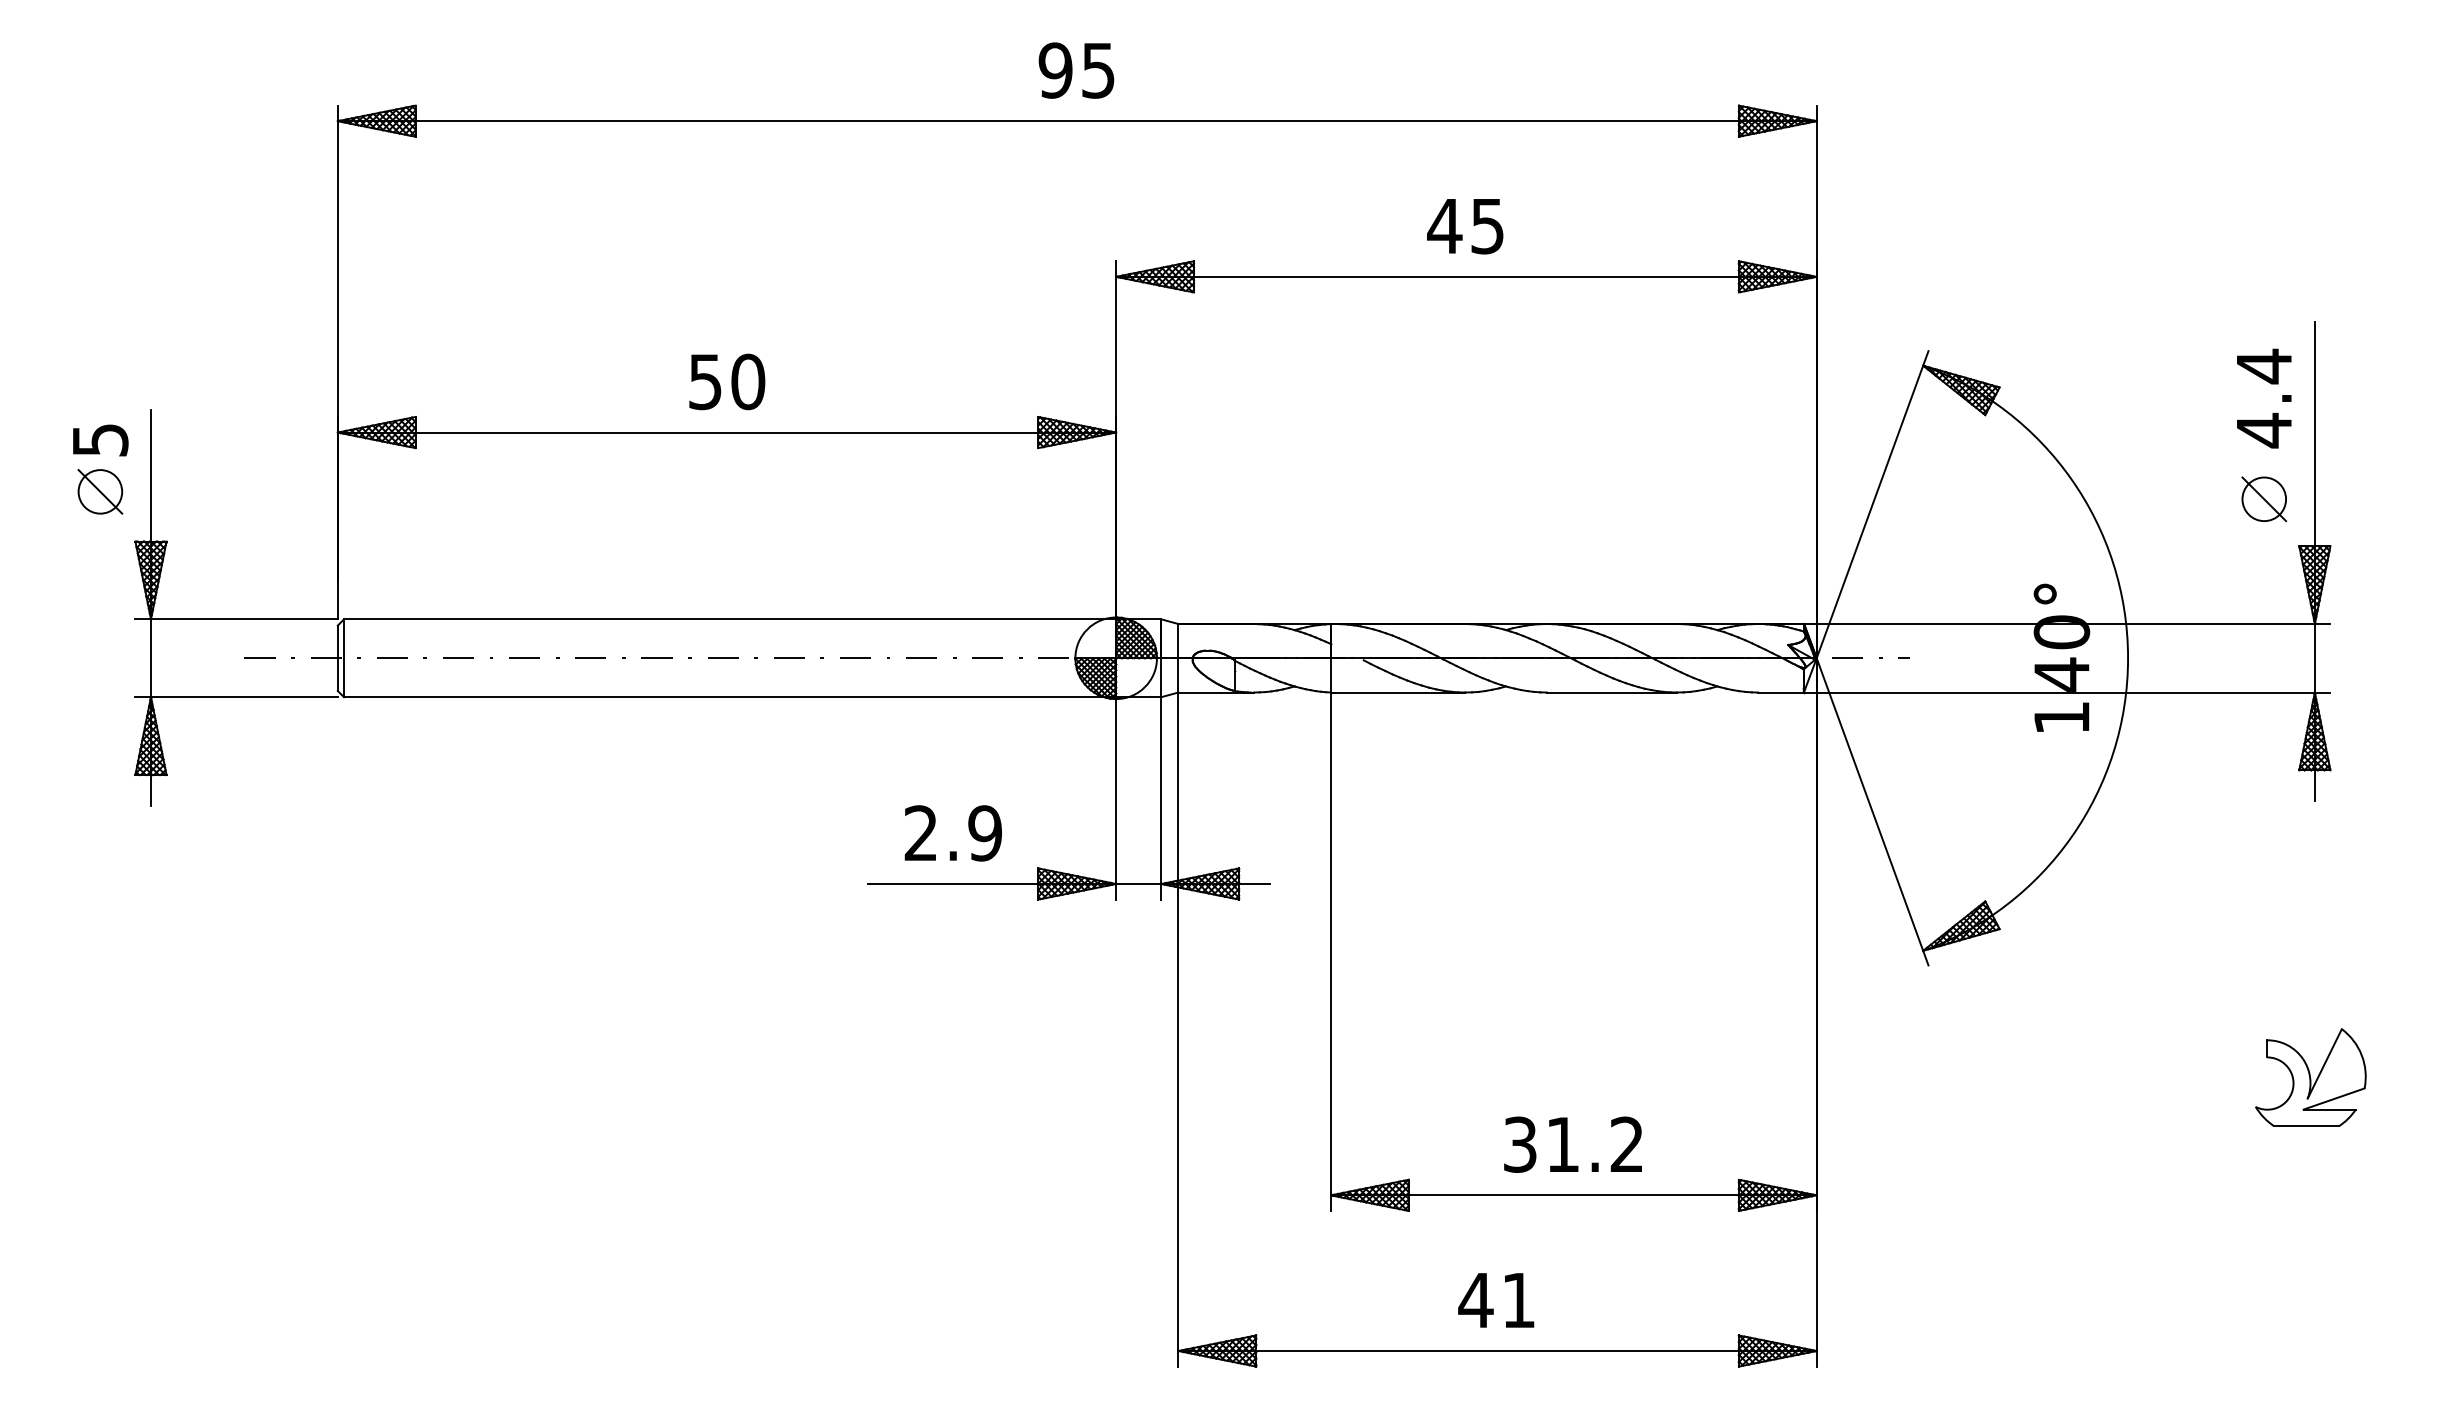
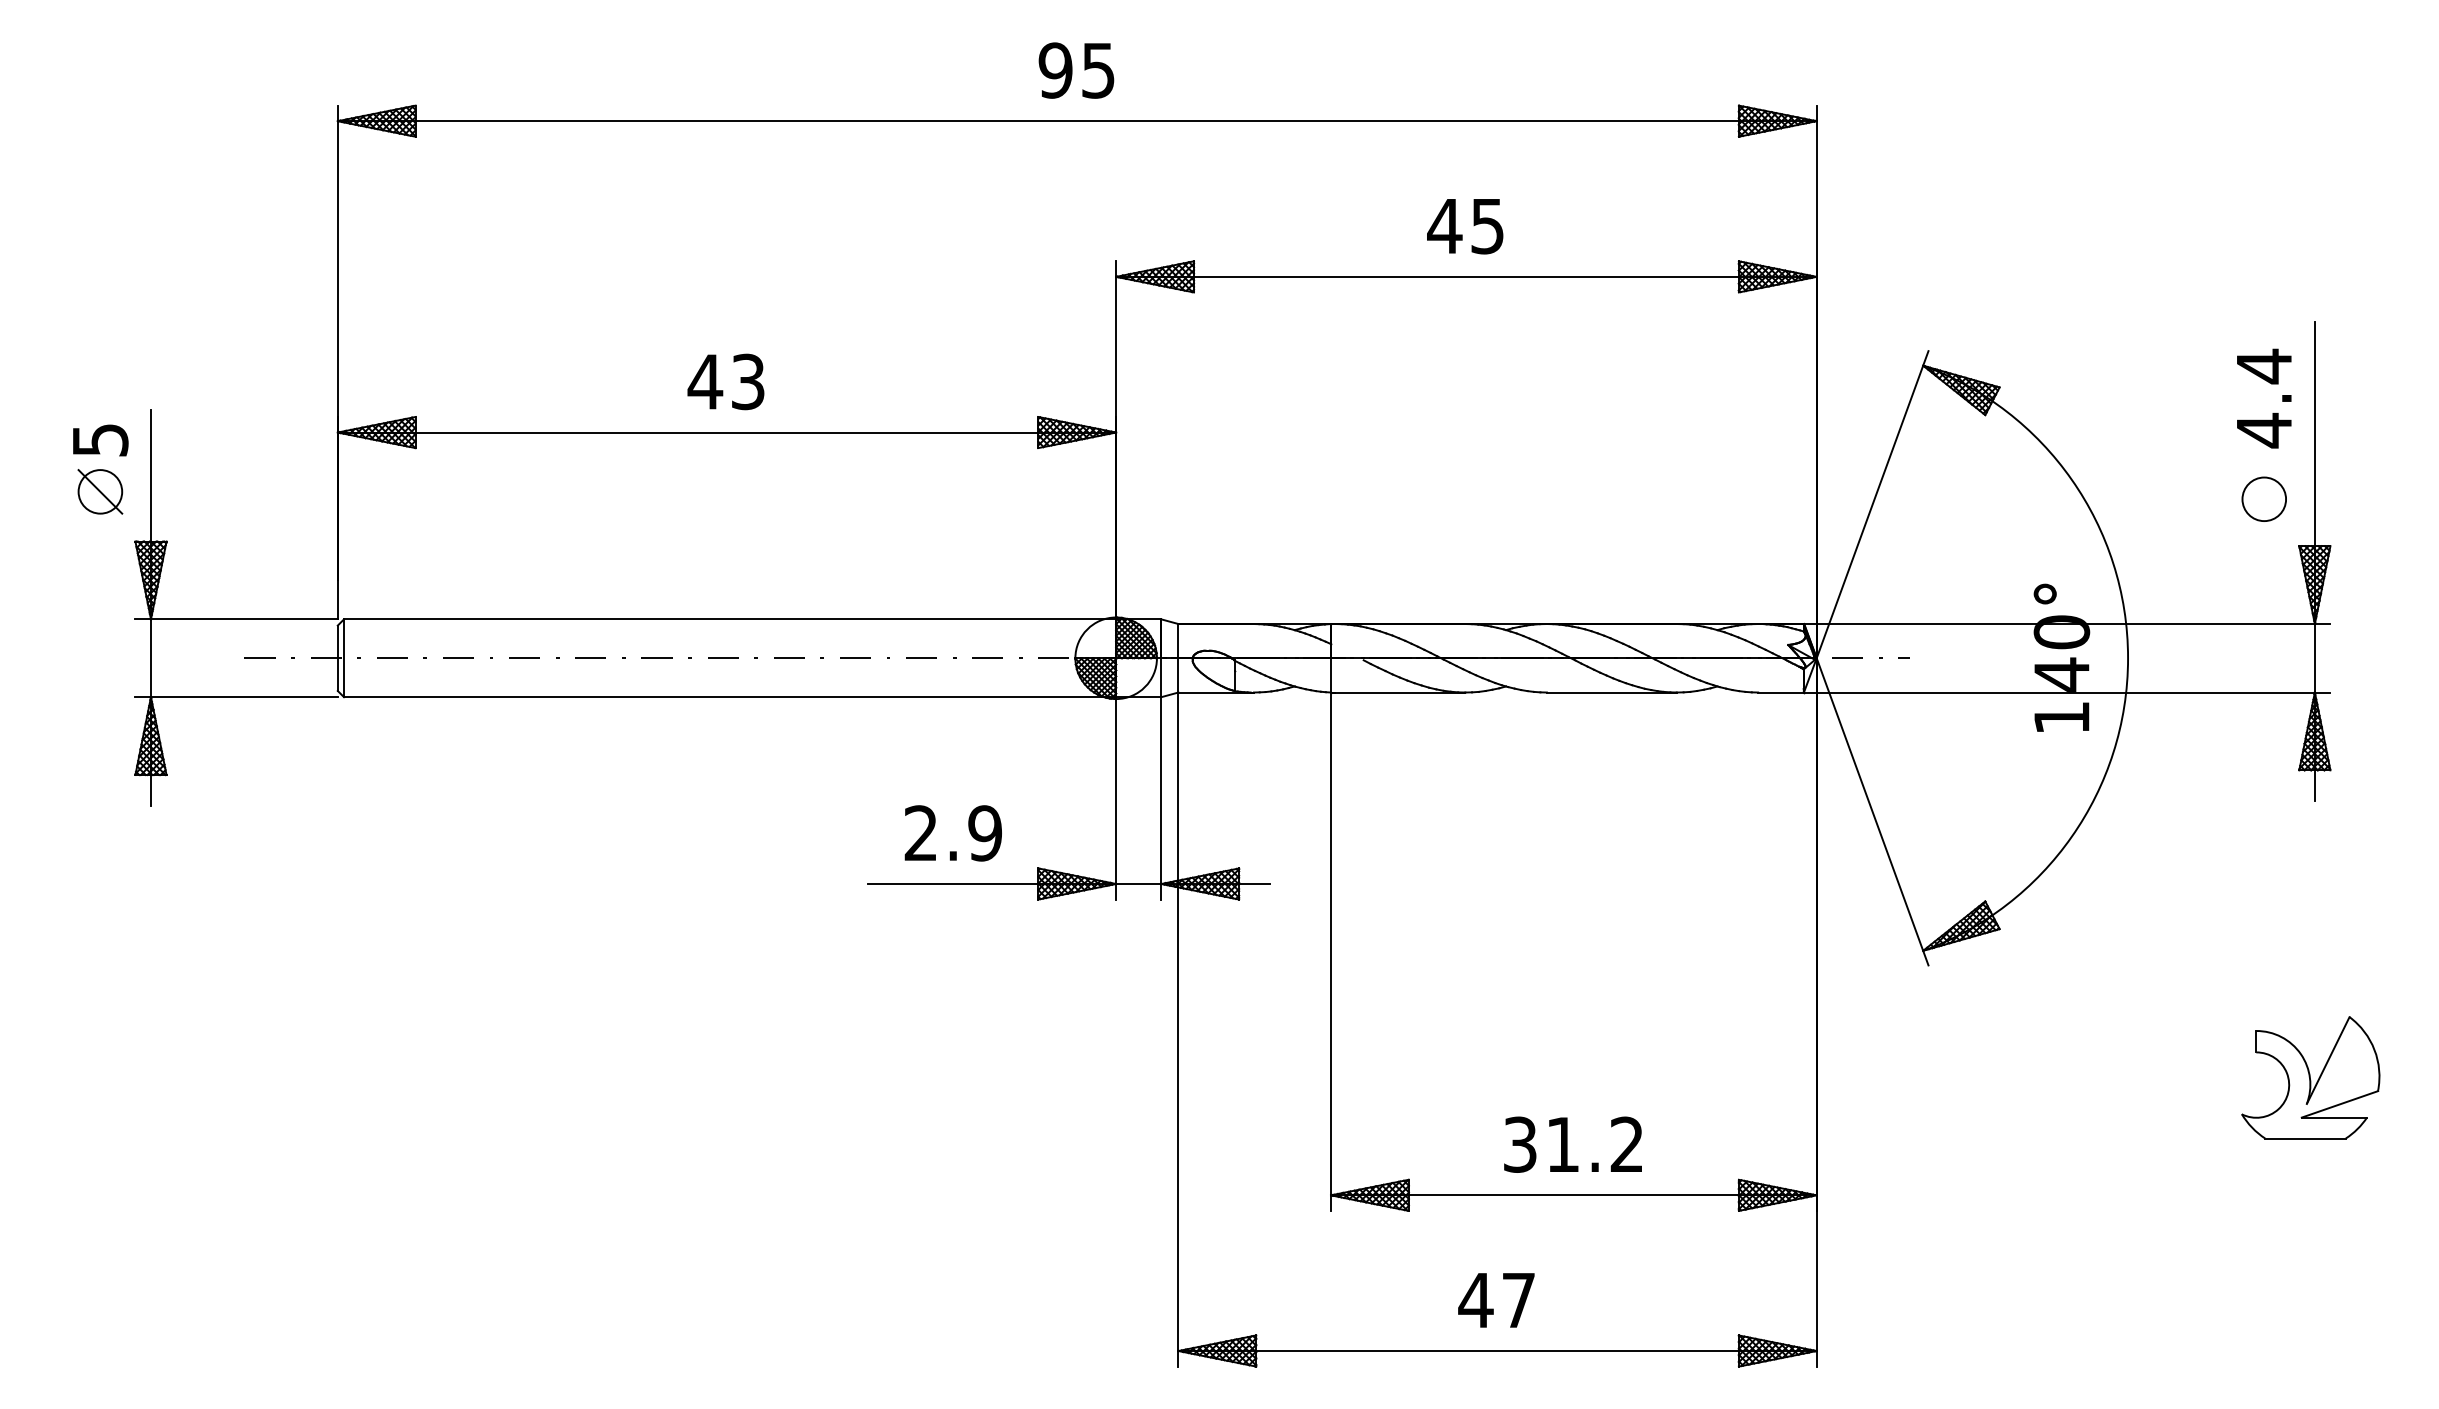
text at (726, 381): 50 -> 43
line at (2264, 499): present -> none
part at (2310, 1077) size: 112x99 px -> 140x124 px
text at (1518, 1300): 41 -> 47
